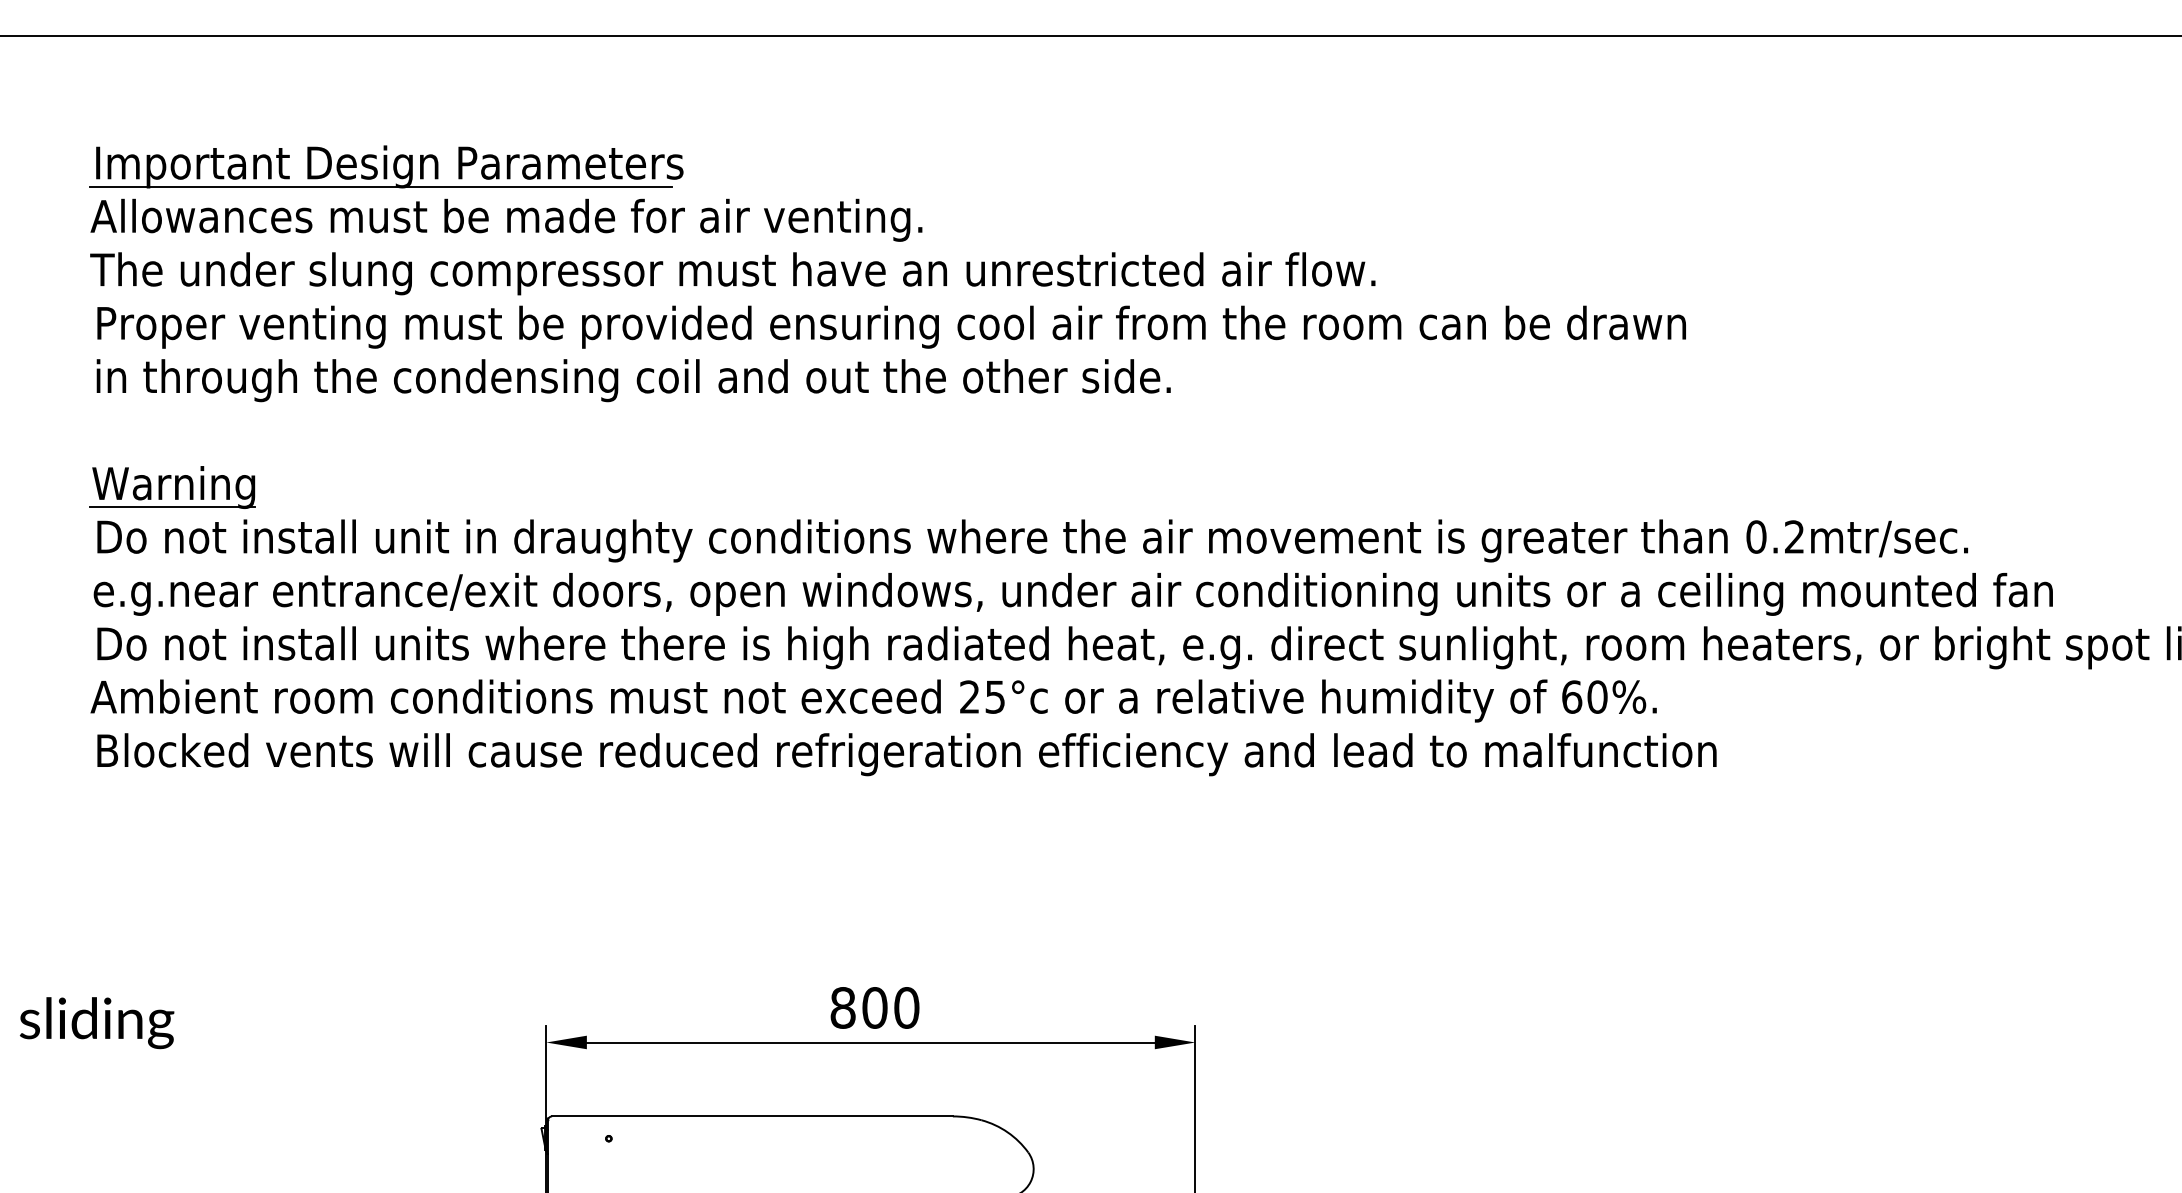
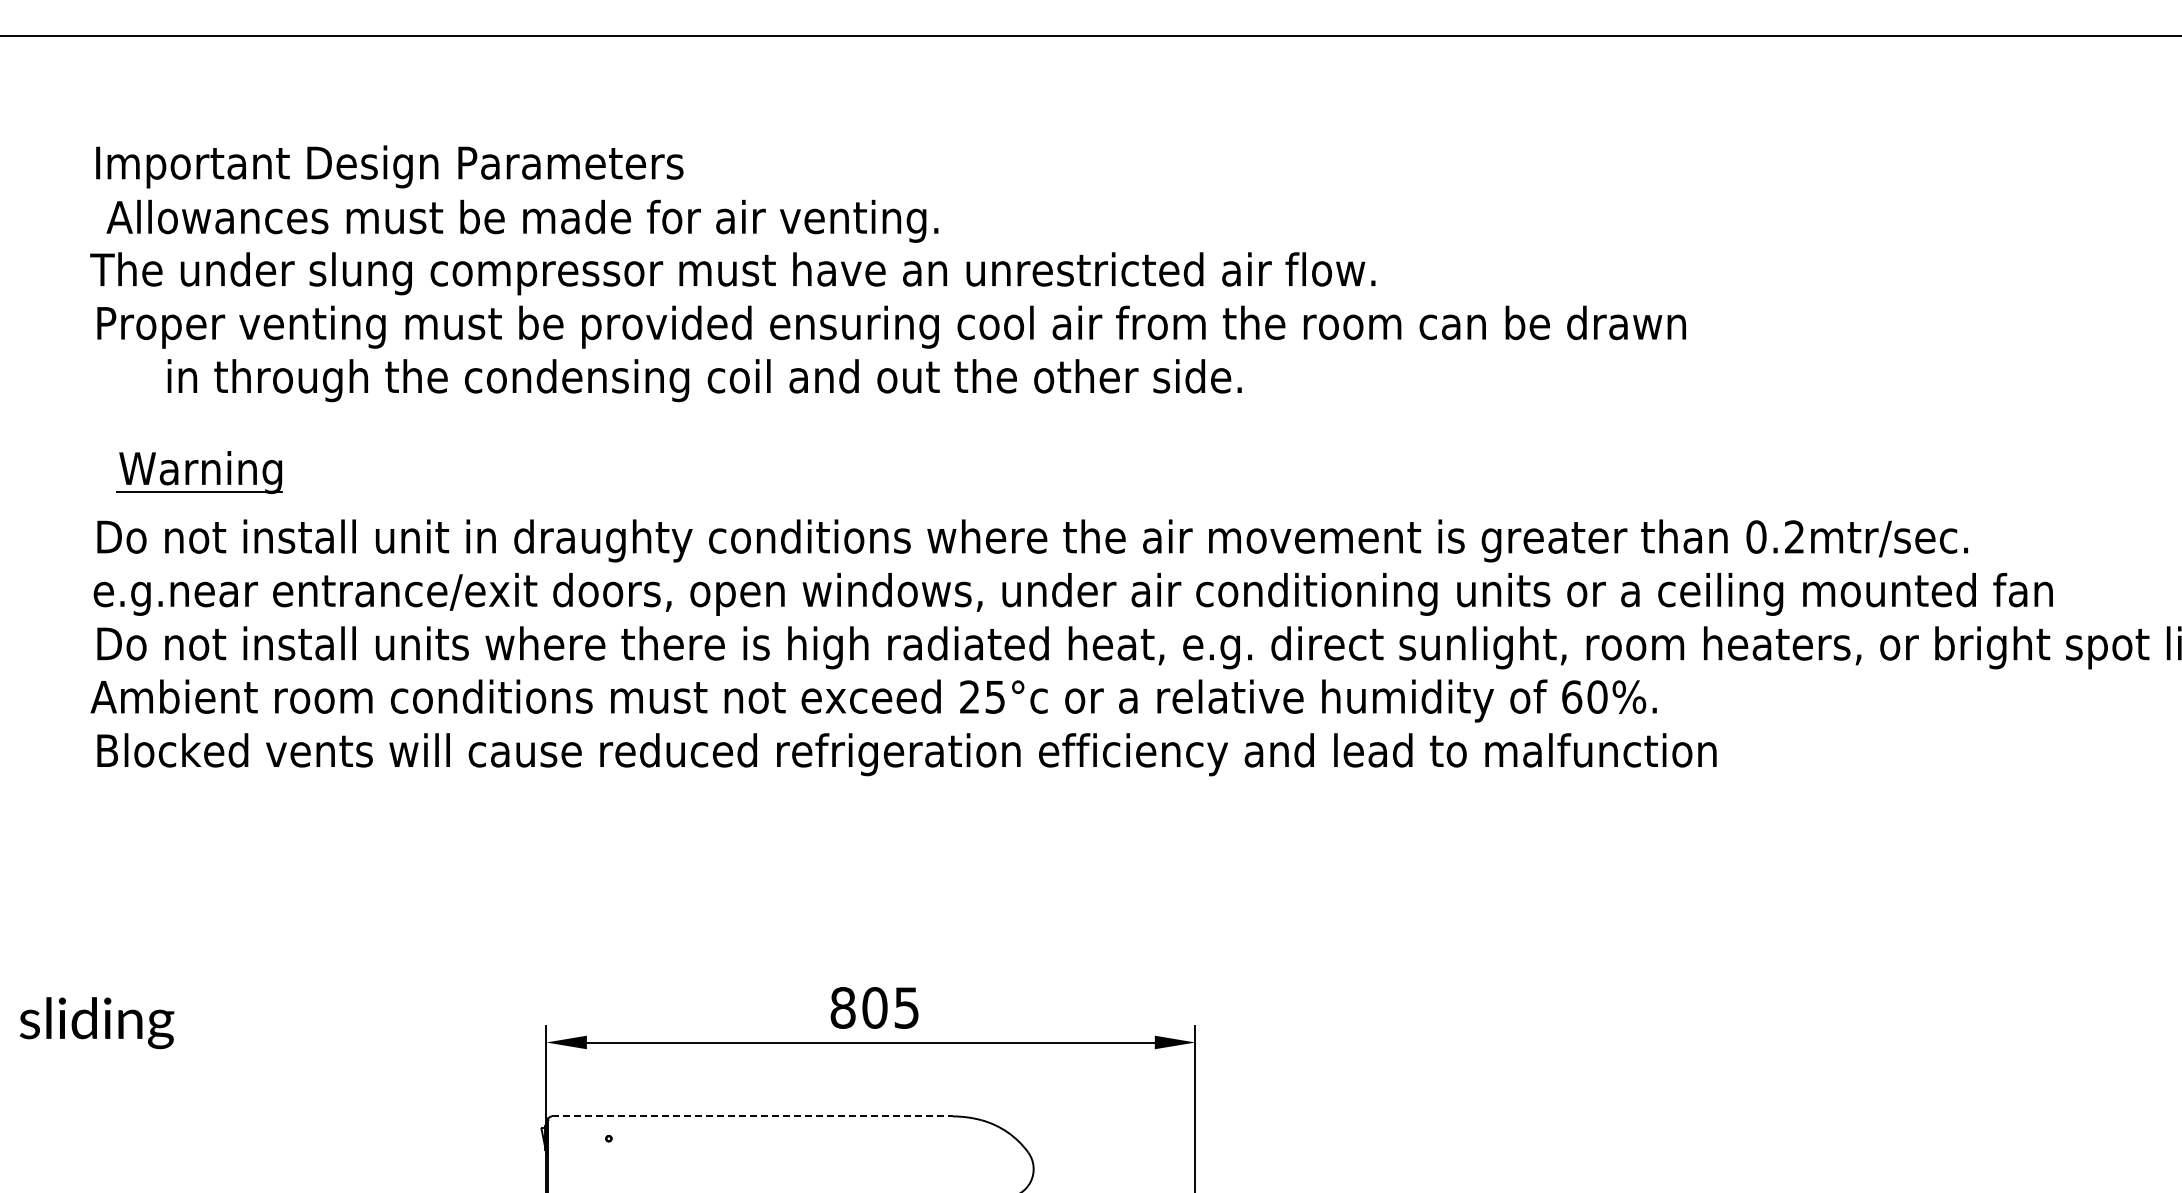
line at (380, 186): present -> none
text at (506, 219) position: (506, 219) -> (522, 220)
text at (633, 380) position: (633, 380) -> (704, 380)
part at (172, 487) position: (172, 487) -> (199, 472)
text at (906, 1007): 800 -> 805
line at (752, 1116): solid -> dashed
